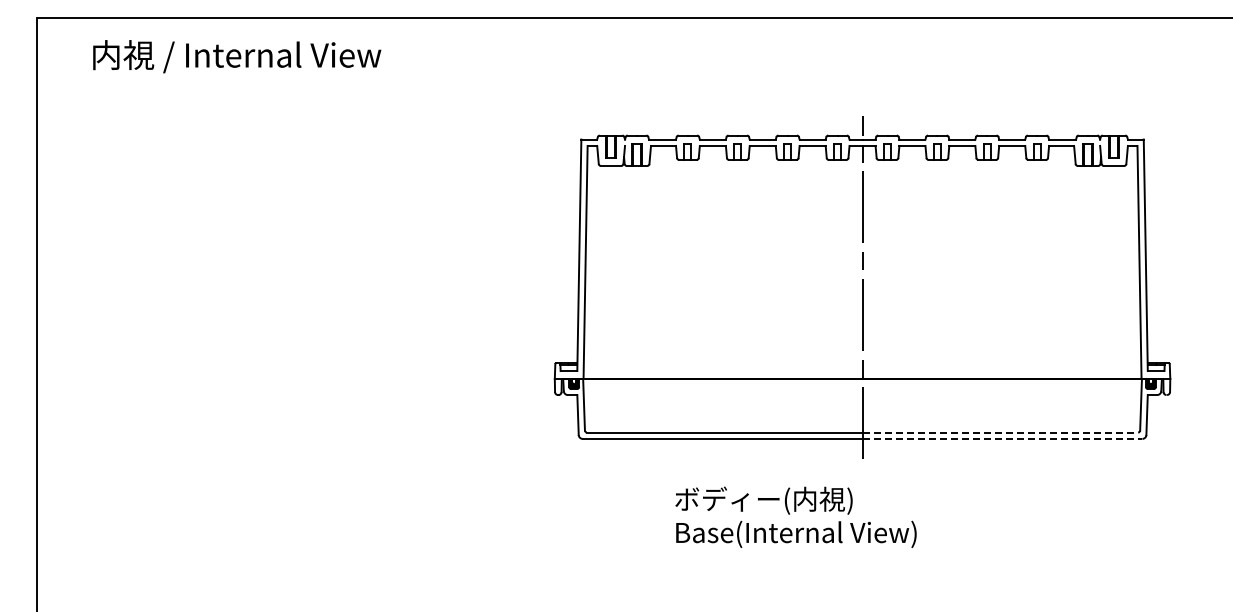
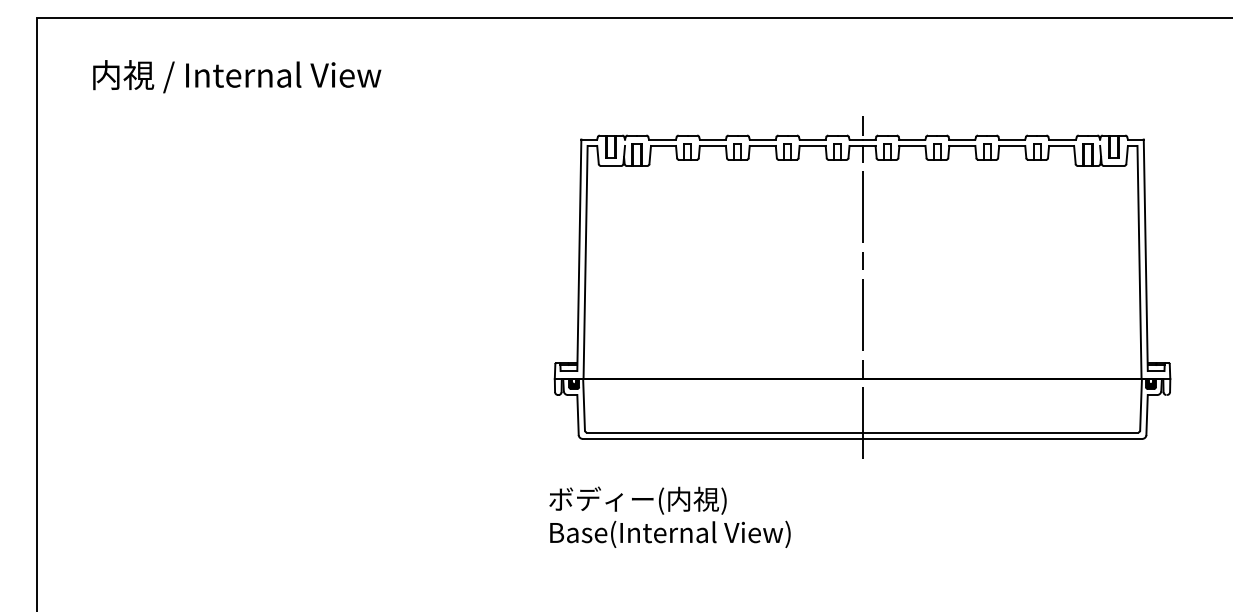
text at (237, 56) position: (237, 56) -> (237, 76)
line at (1000, 432): dashed -> solid
line at (1002, 438): dashed -> solid
text at (795, 516) position: (795, 516) -> (669, 516)
